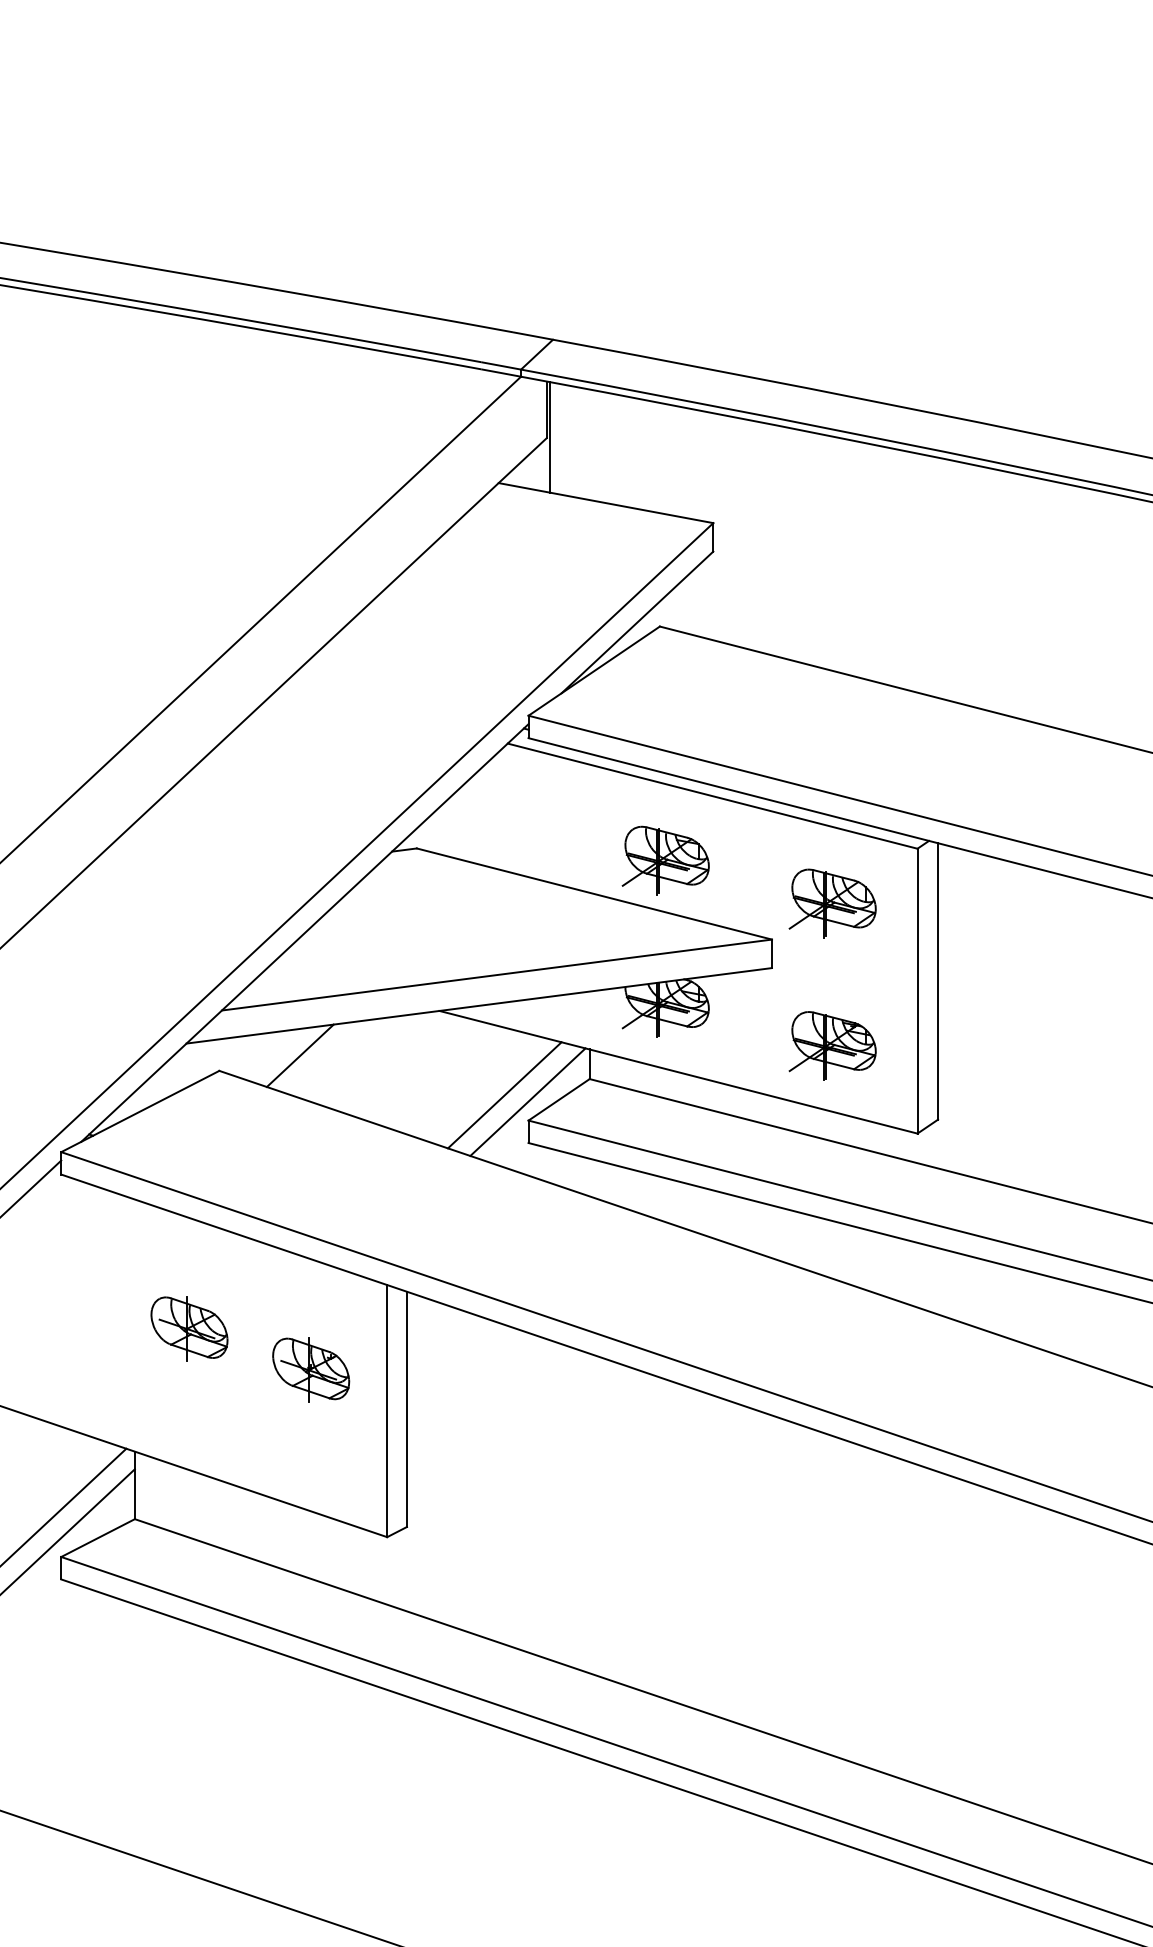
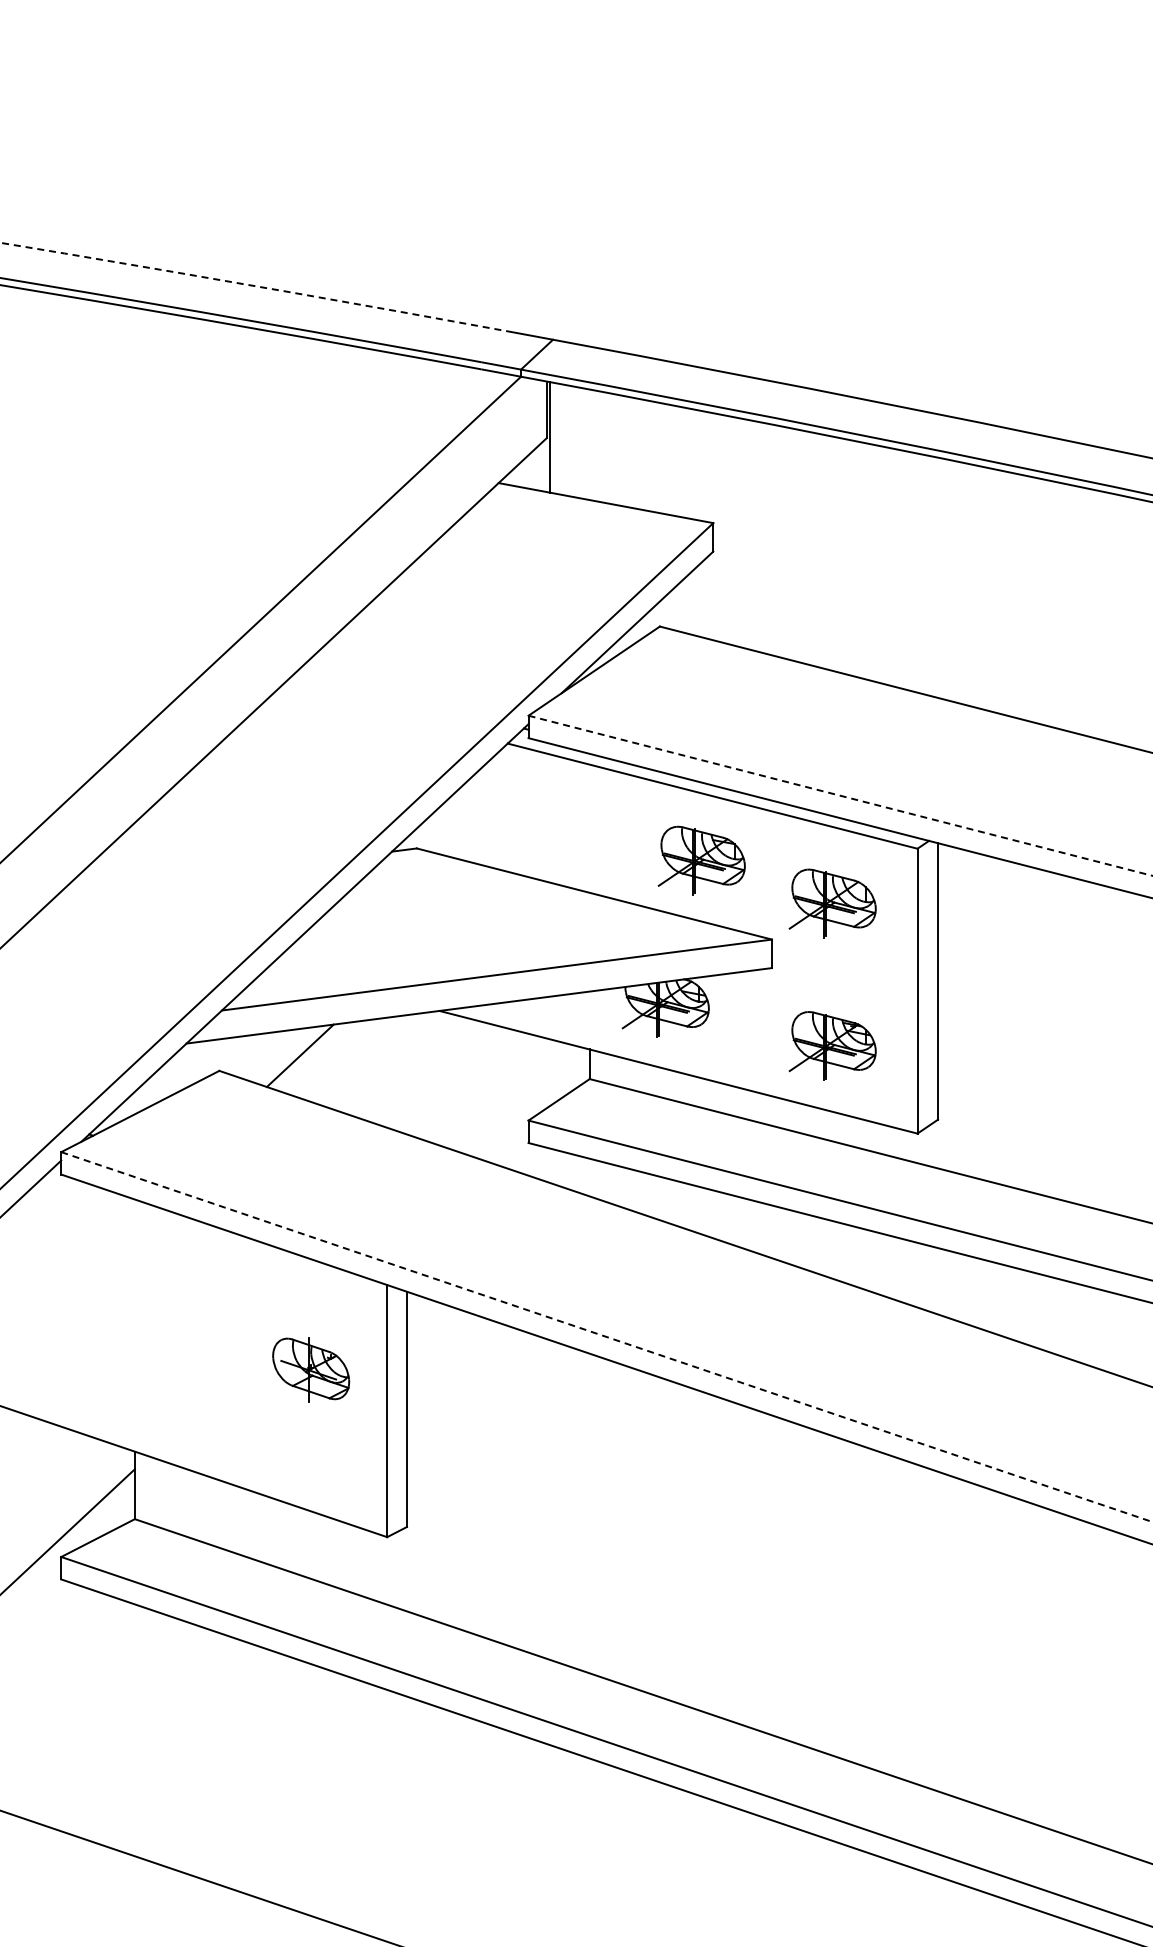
arc at (256, 286): solid -> dashed
line at (840, 795): solid -> dashed
part at (665, 860) position: (665, 860) -> (701, 860)
line at (504, 1095): present -> none
line at (527, 1101): present -> none
part at (189, 1328): present -> none
line at (606, 1337): solid -> dashed
line at (64, 1506): present -> none
